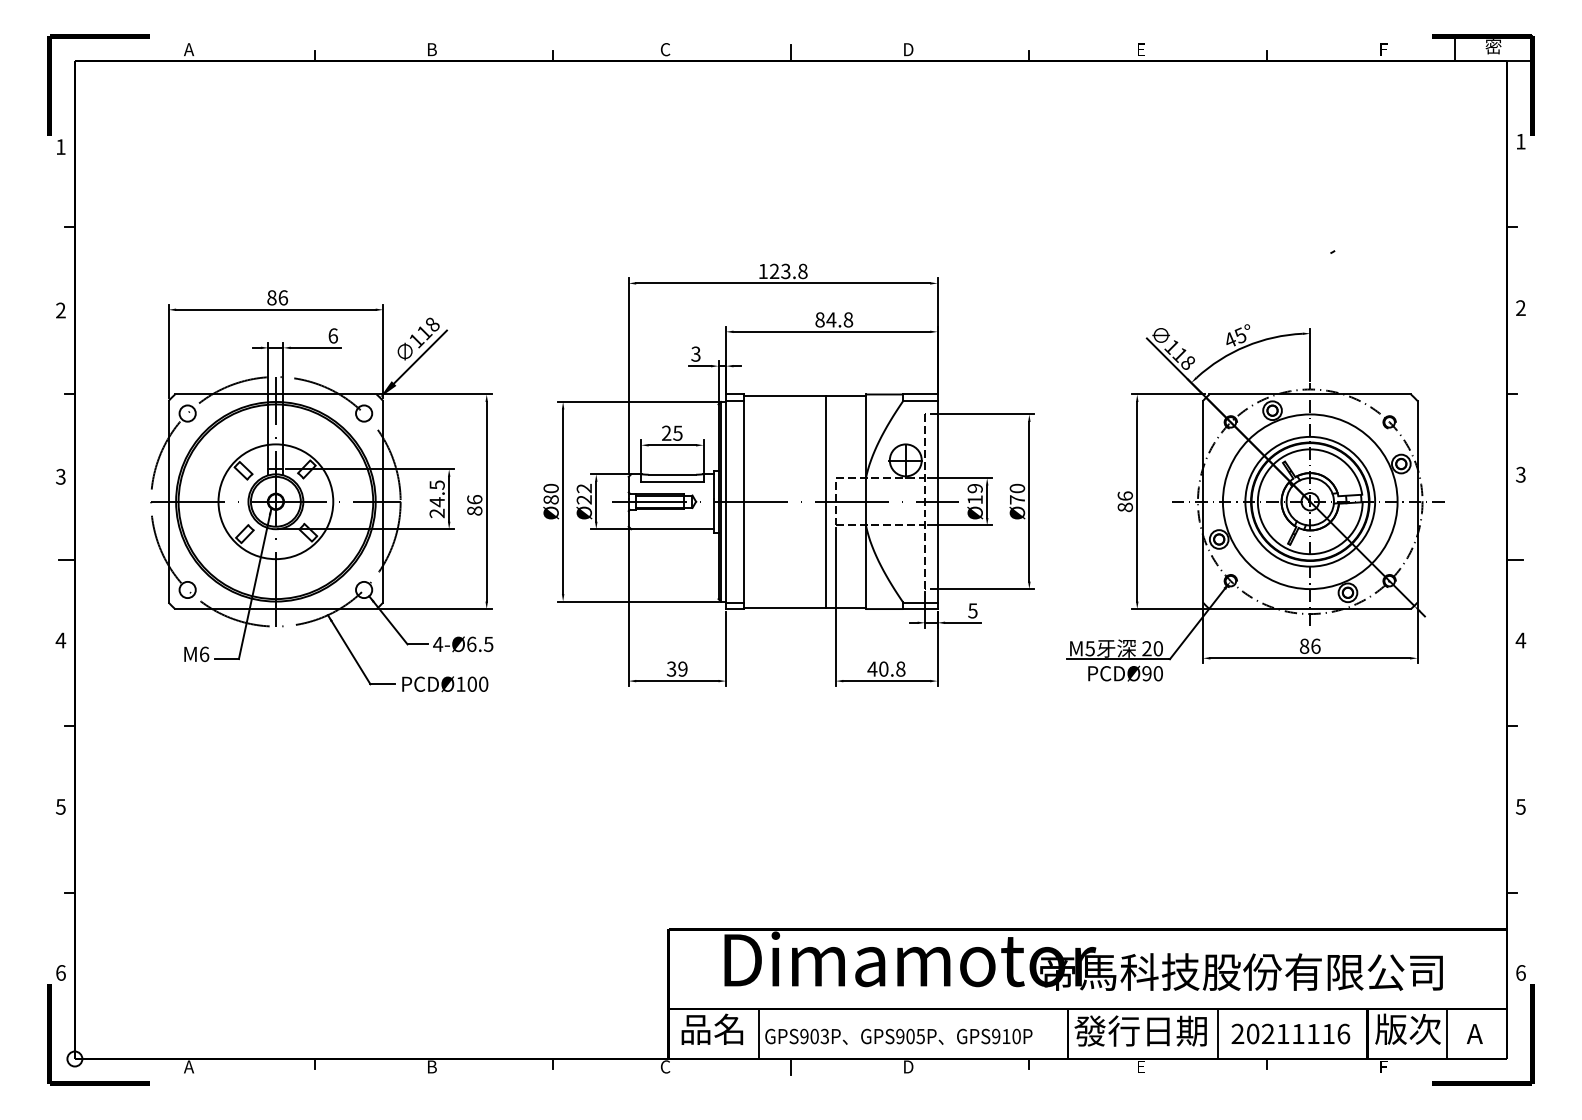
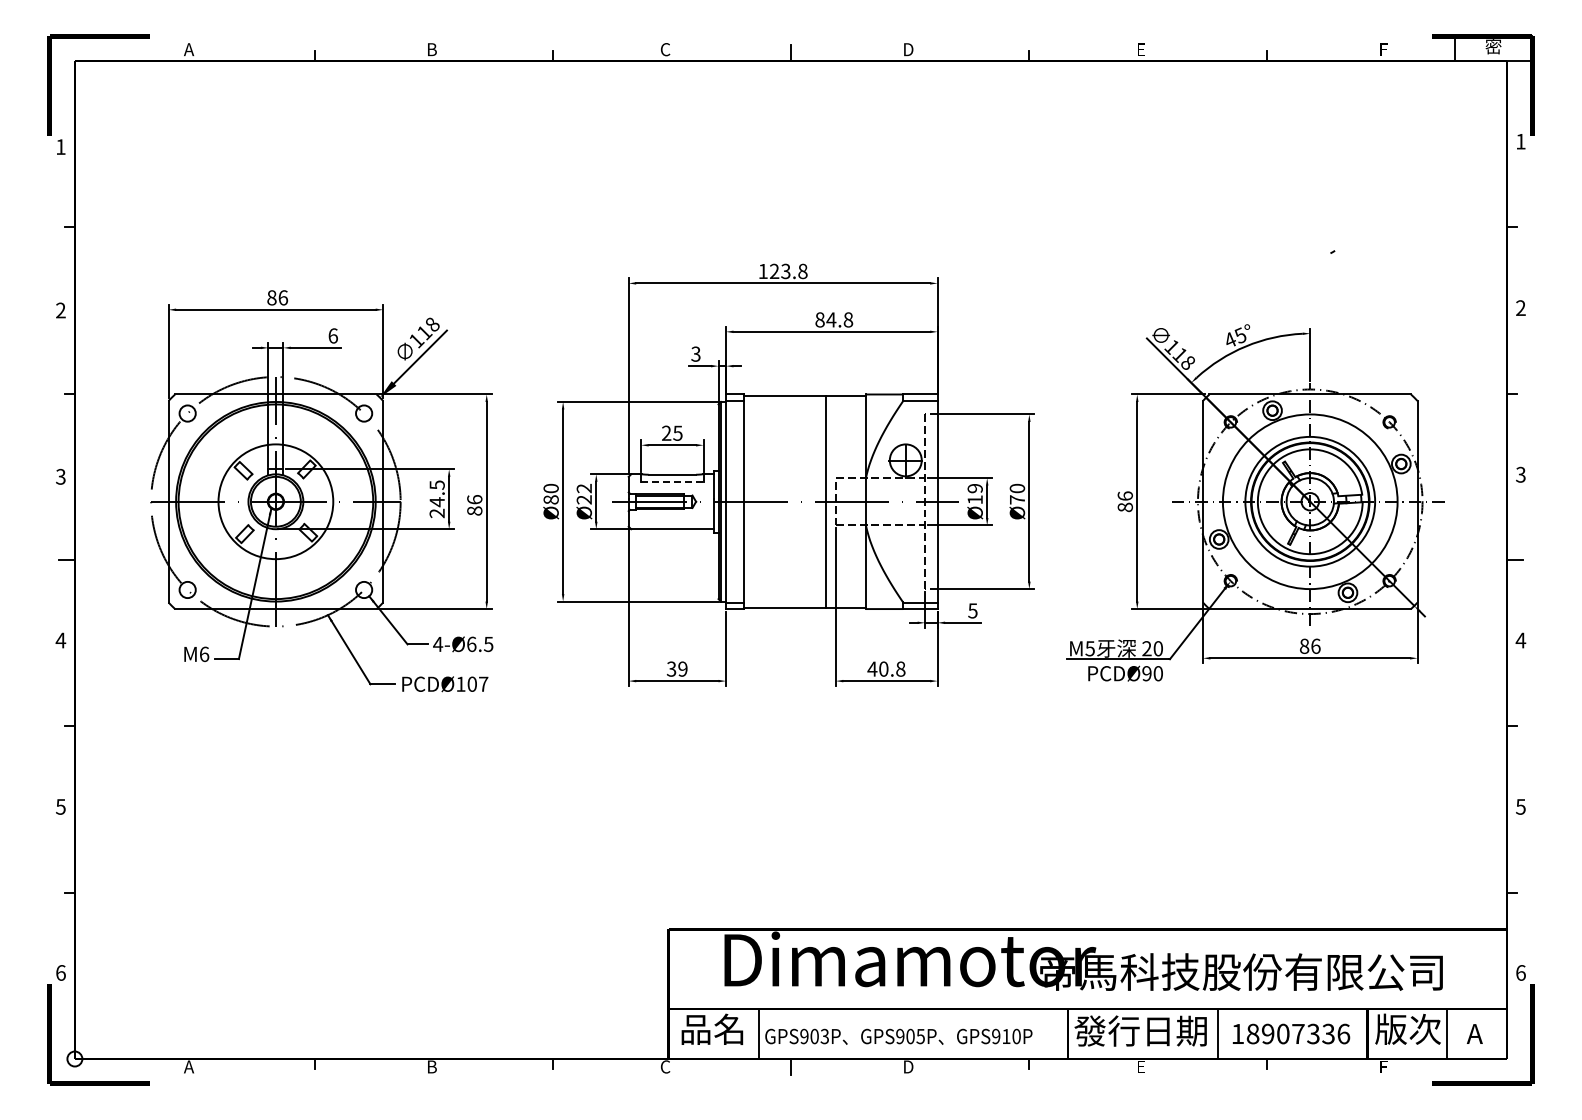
line at (672, 481): solid -> dashed
text at (483, 683): PCDØ100 -> PCDØ107
text at (1282, 1033): 20211116 -> 18907336
